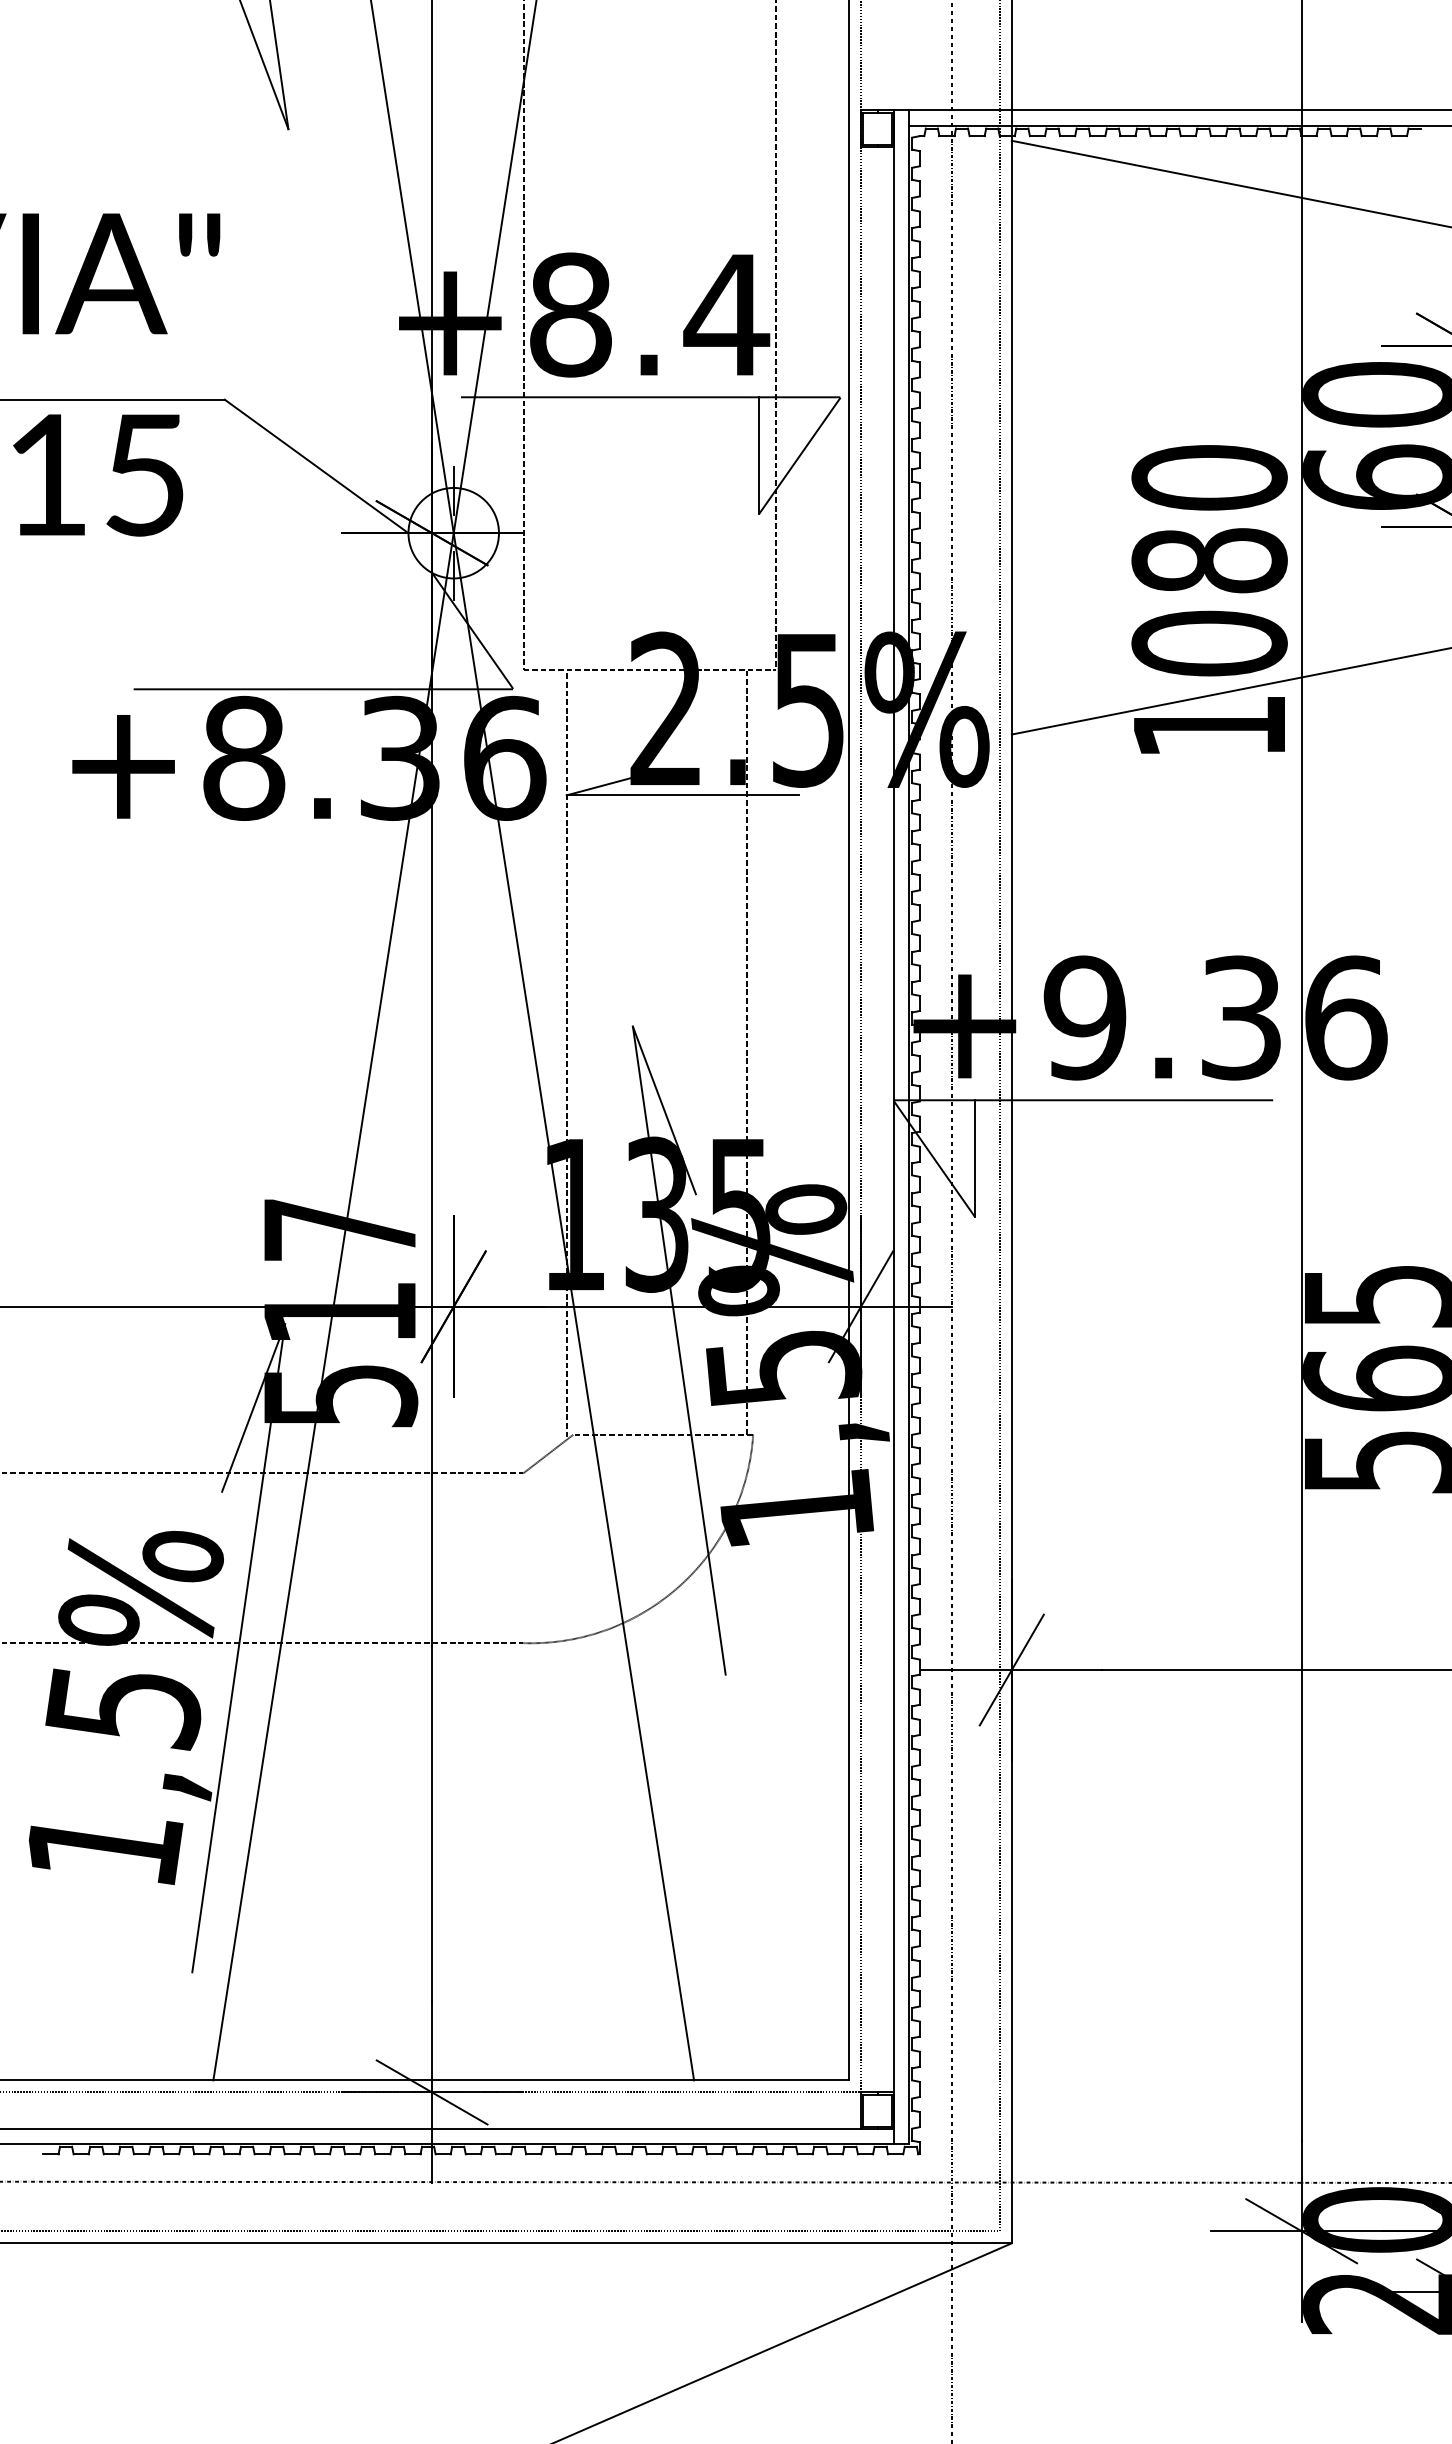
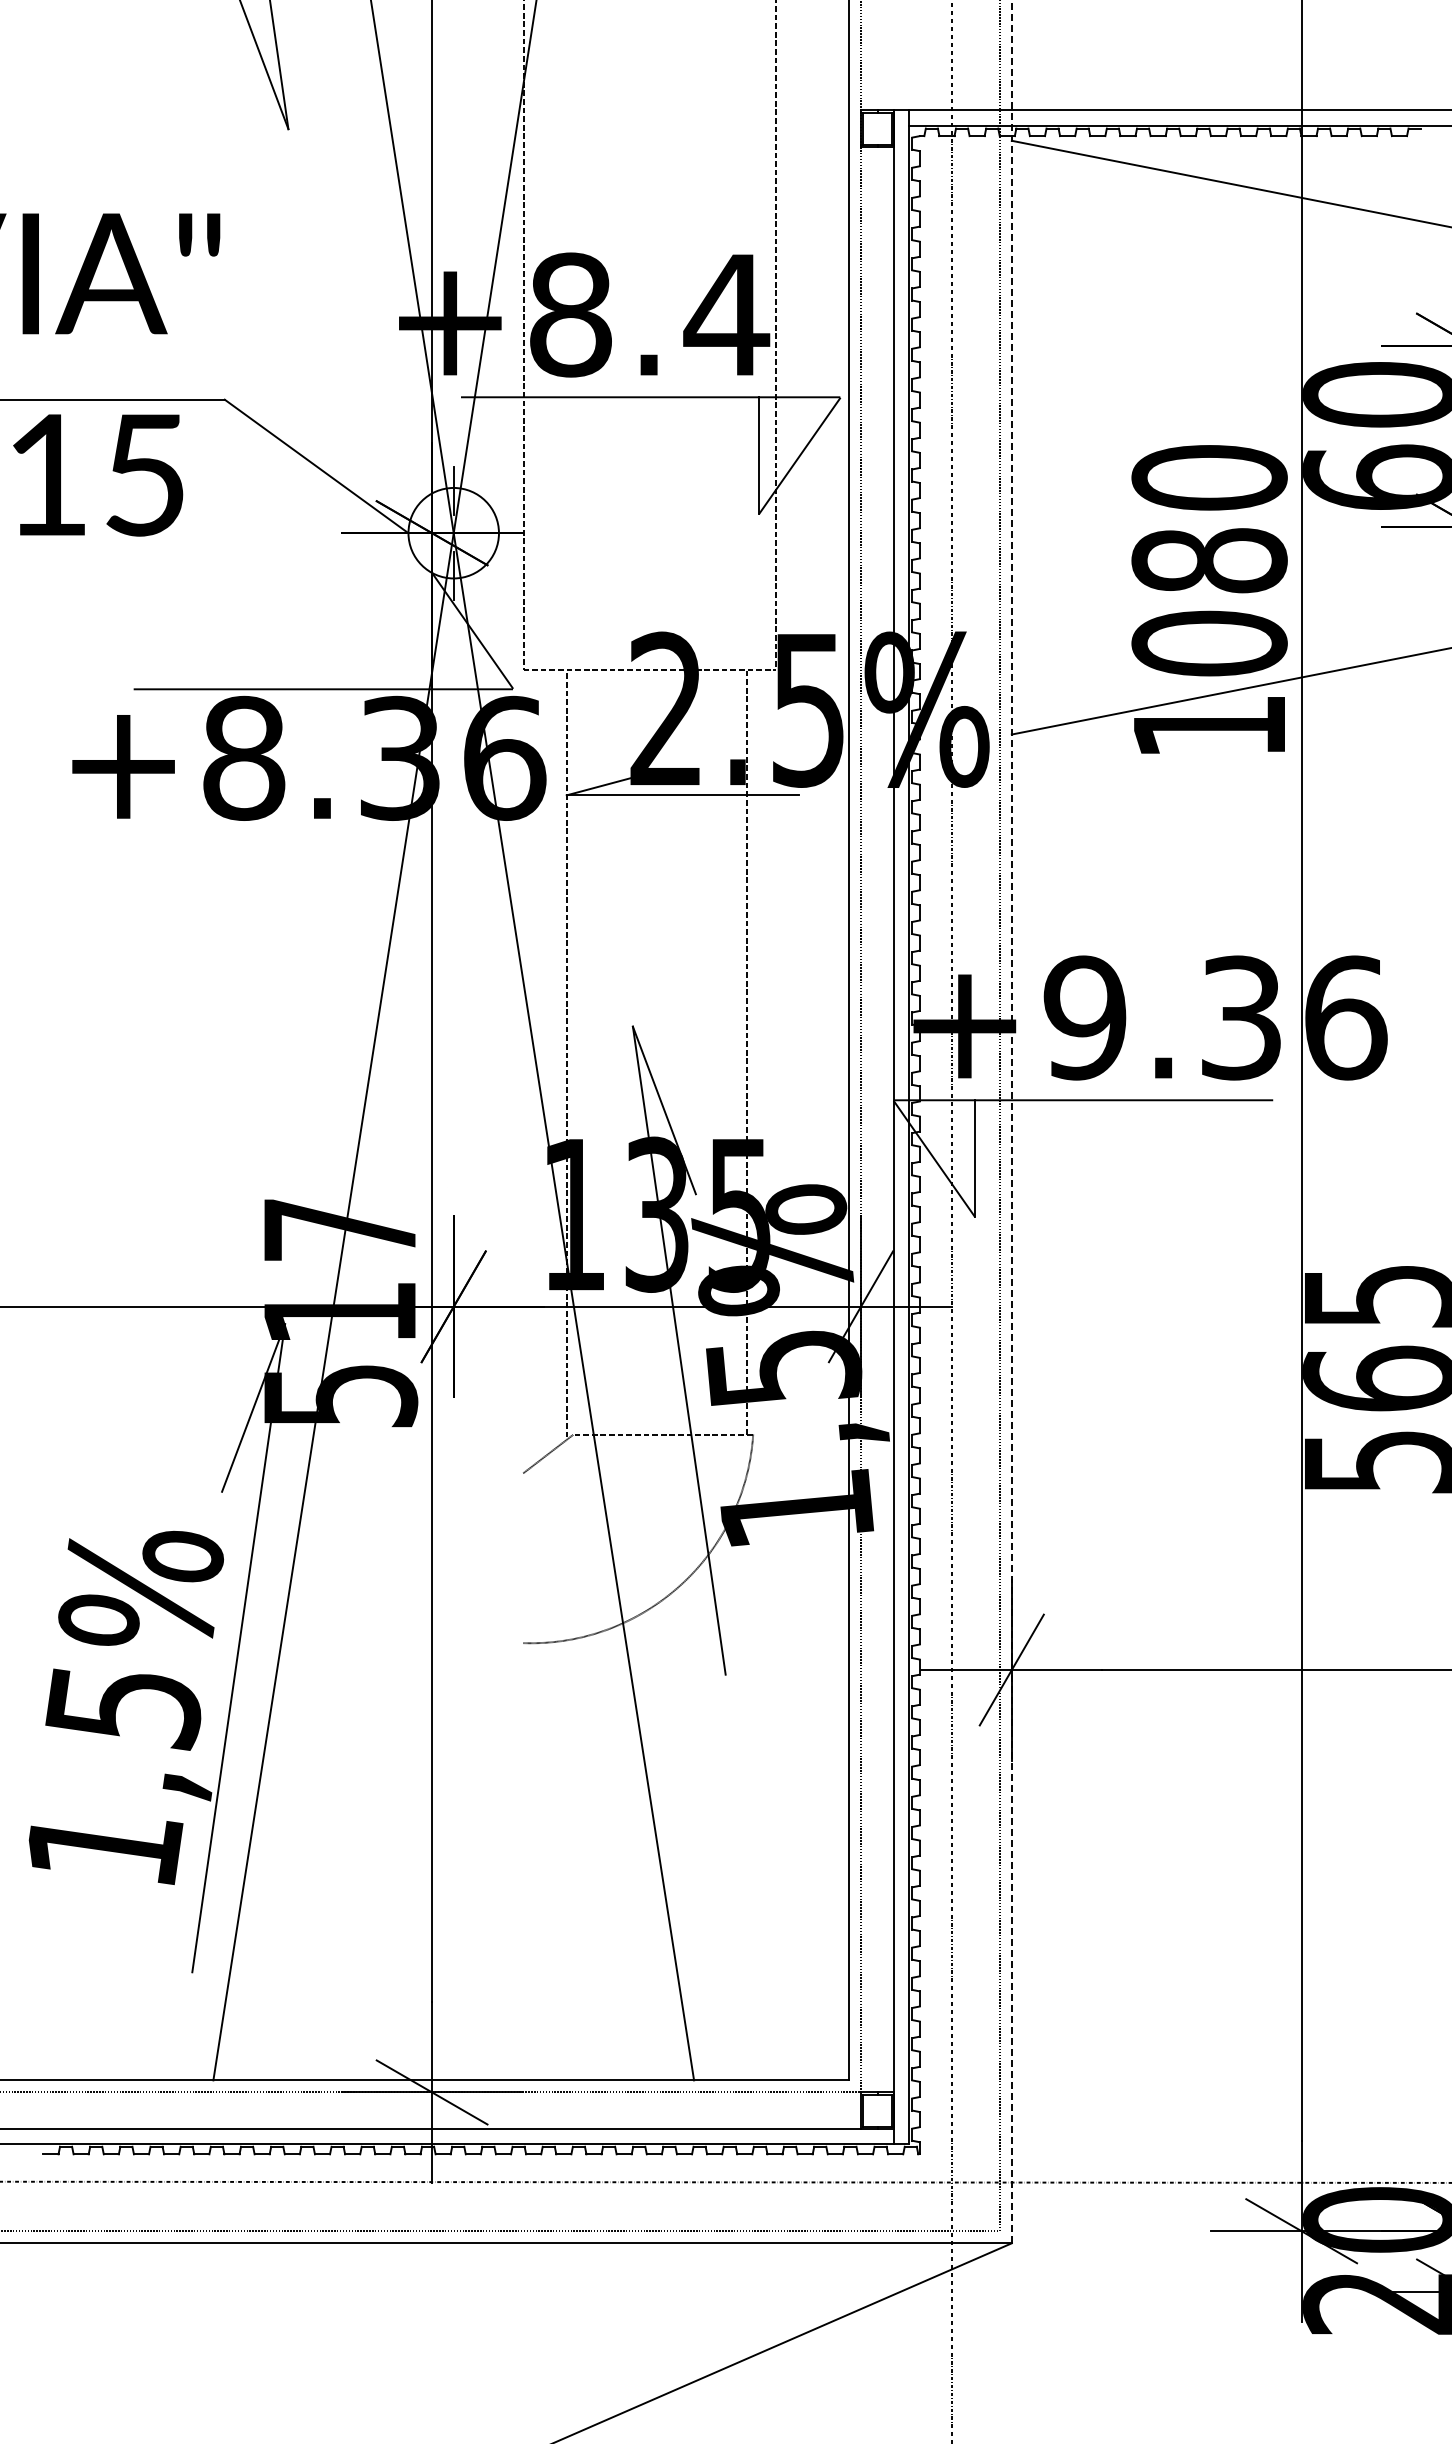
line at (1011, 1121): solid -> dashed
line at (262, 1473): present -> none
line at (262, 1643): present -> none
